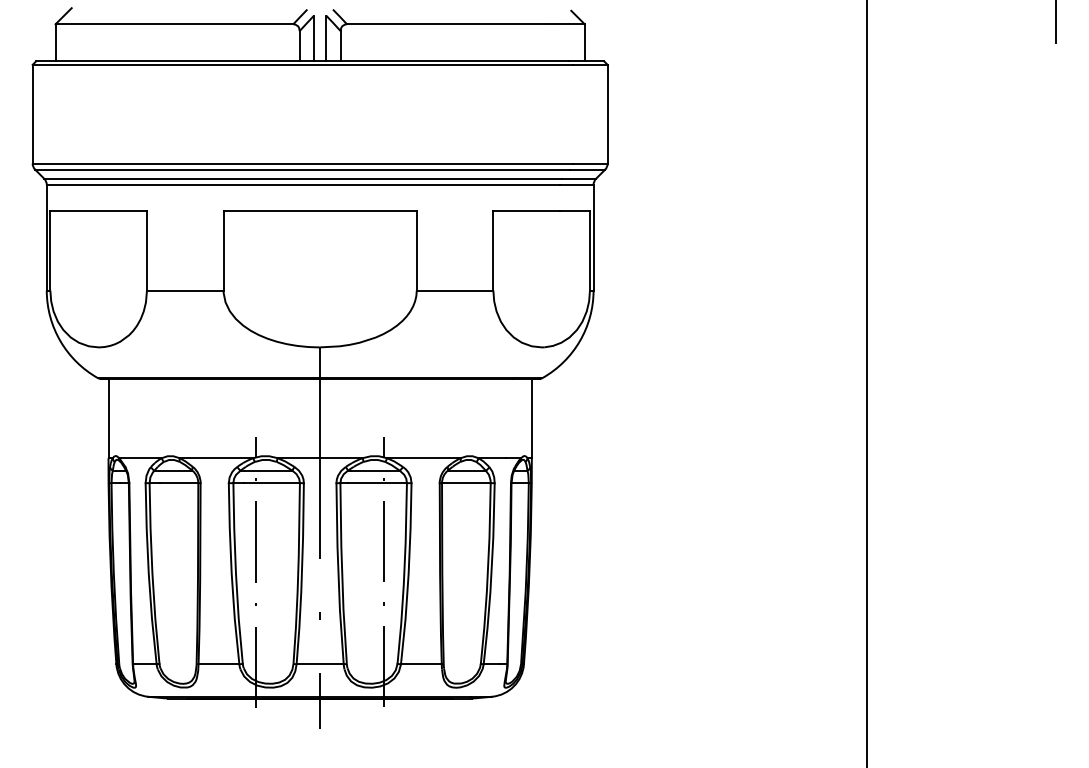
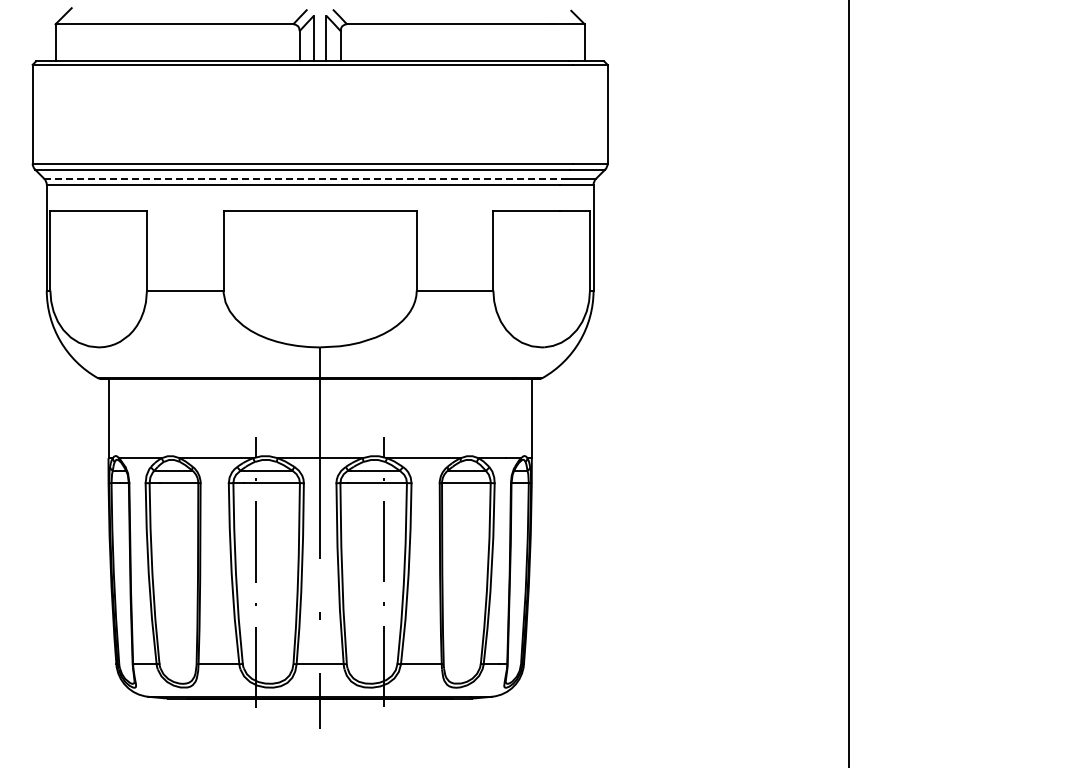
line at (1056, 22): present -> none
line at (303, 178): solid -> dashed
line at (866, 383) position: (866, 383) -> (848, 383)
